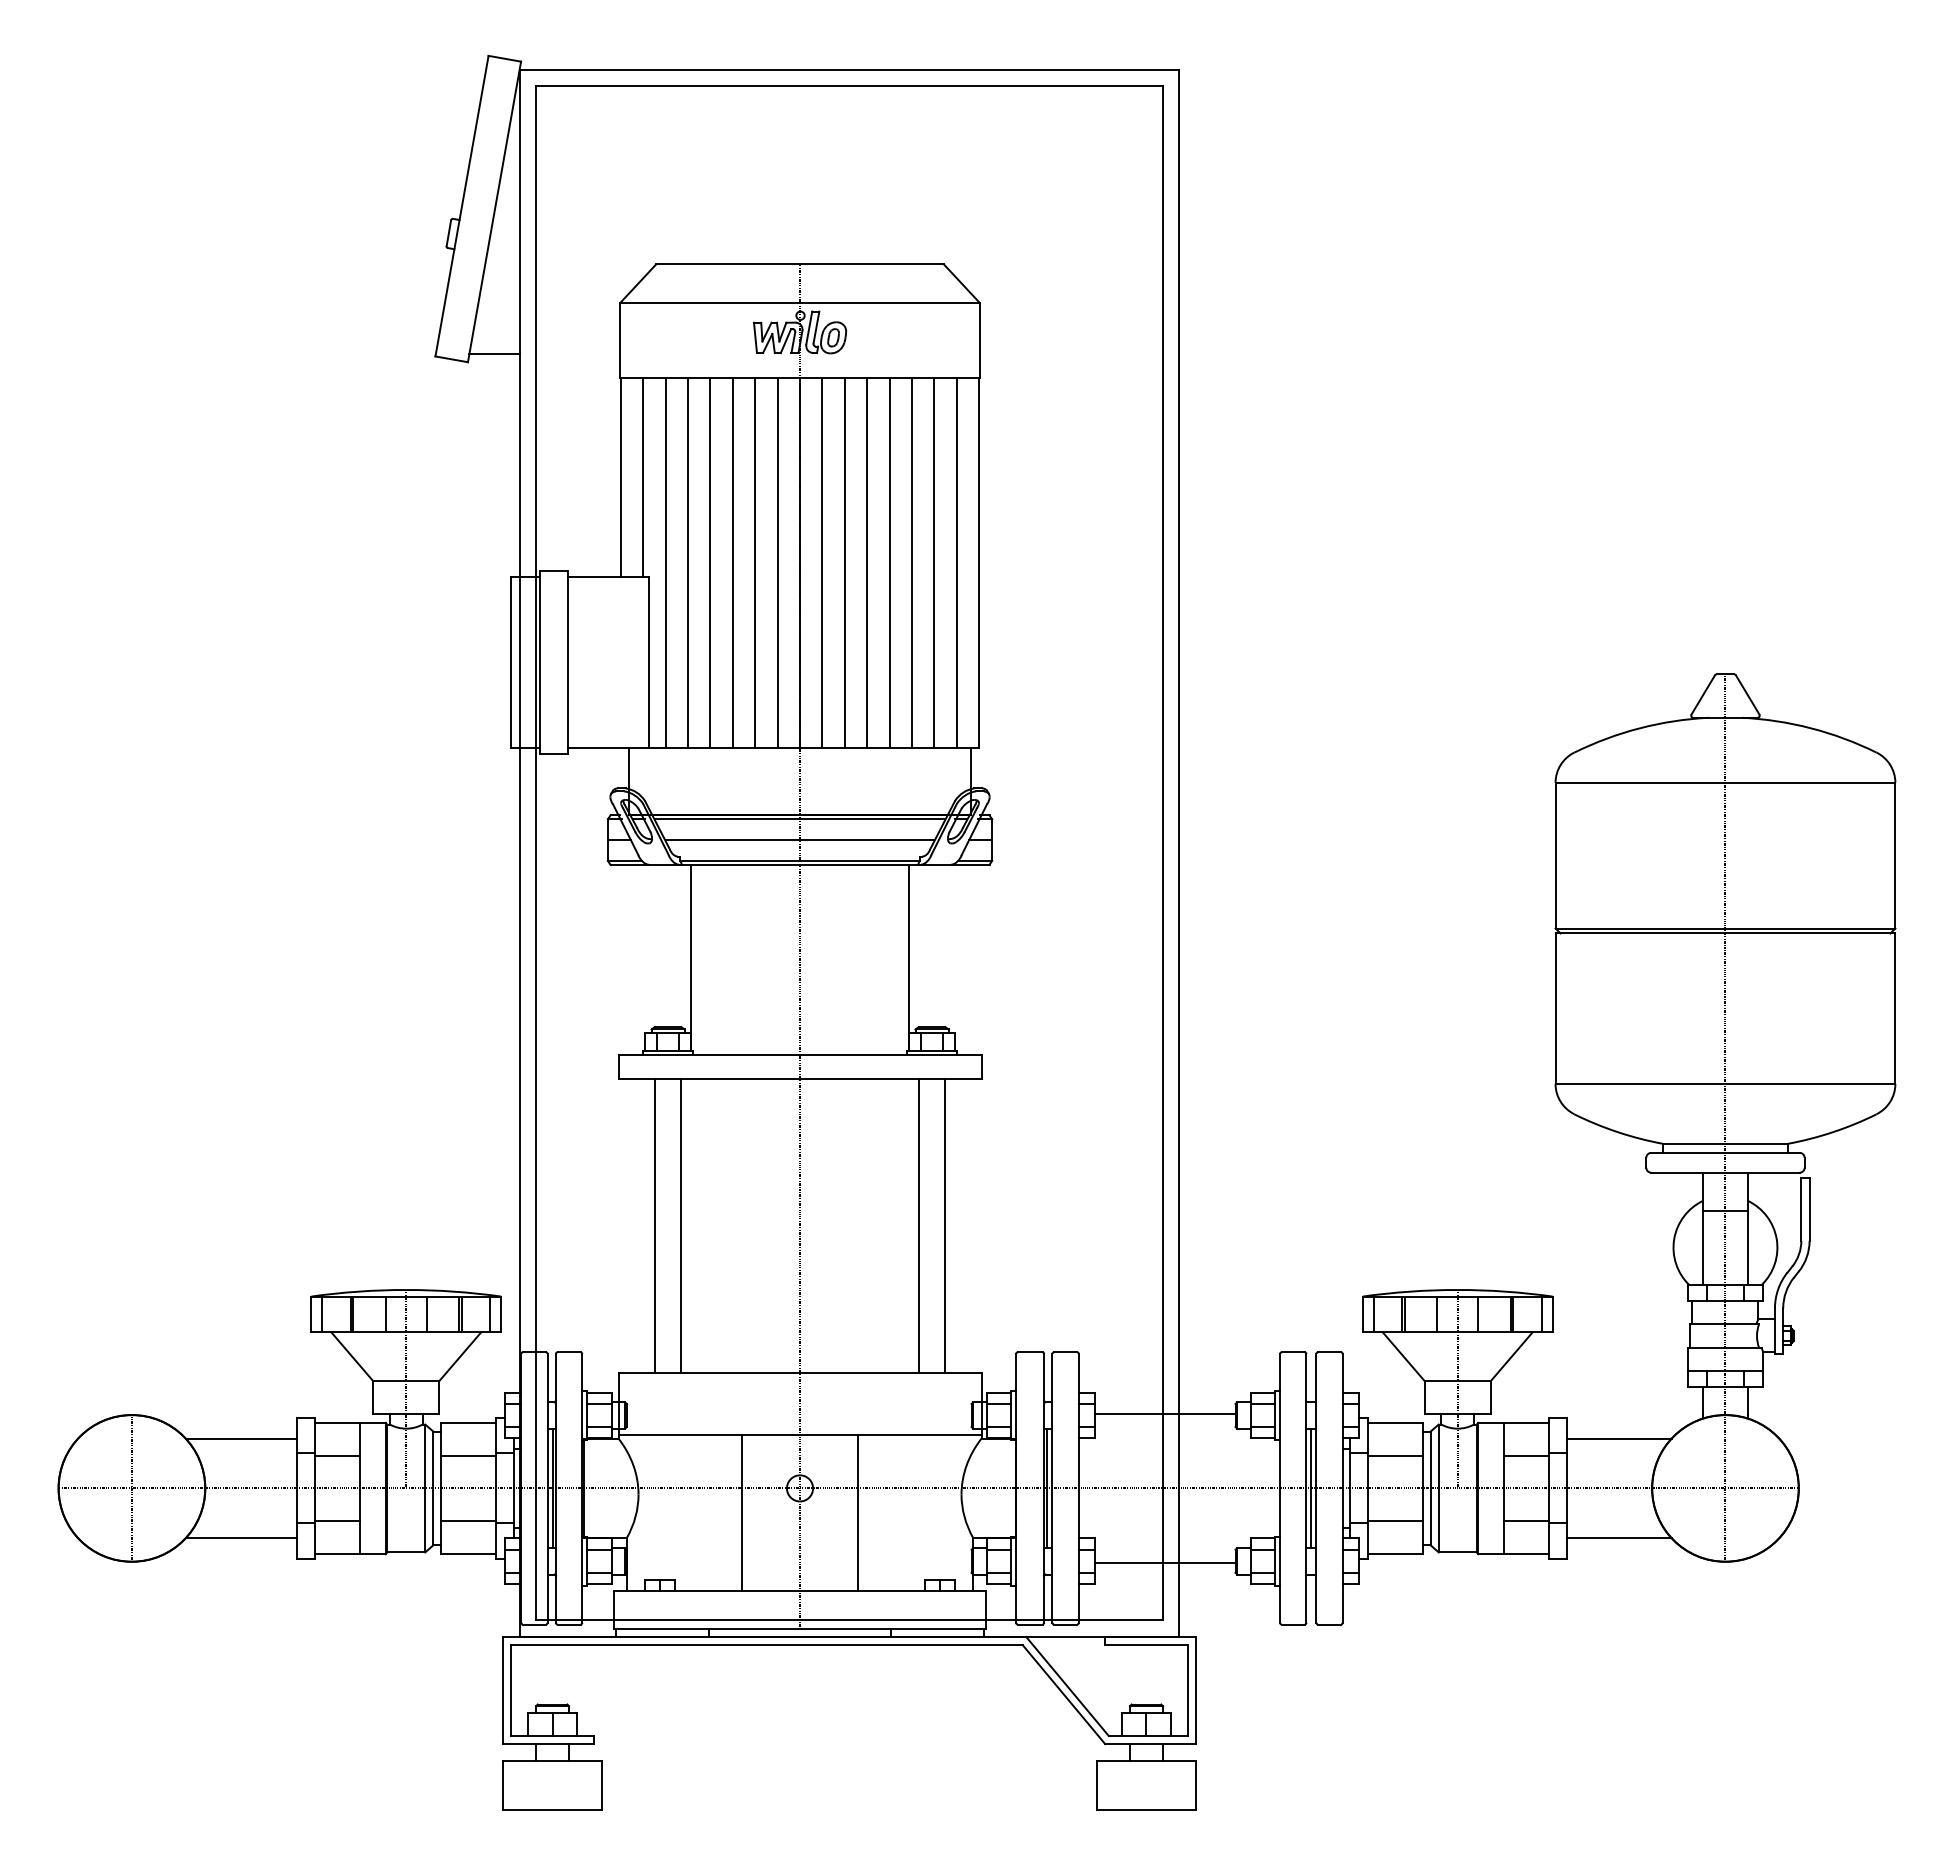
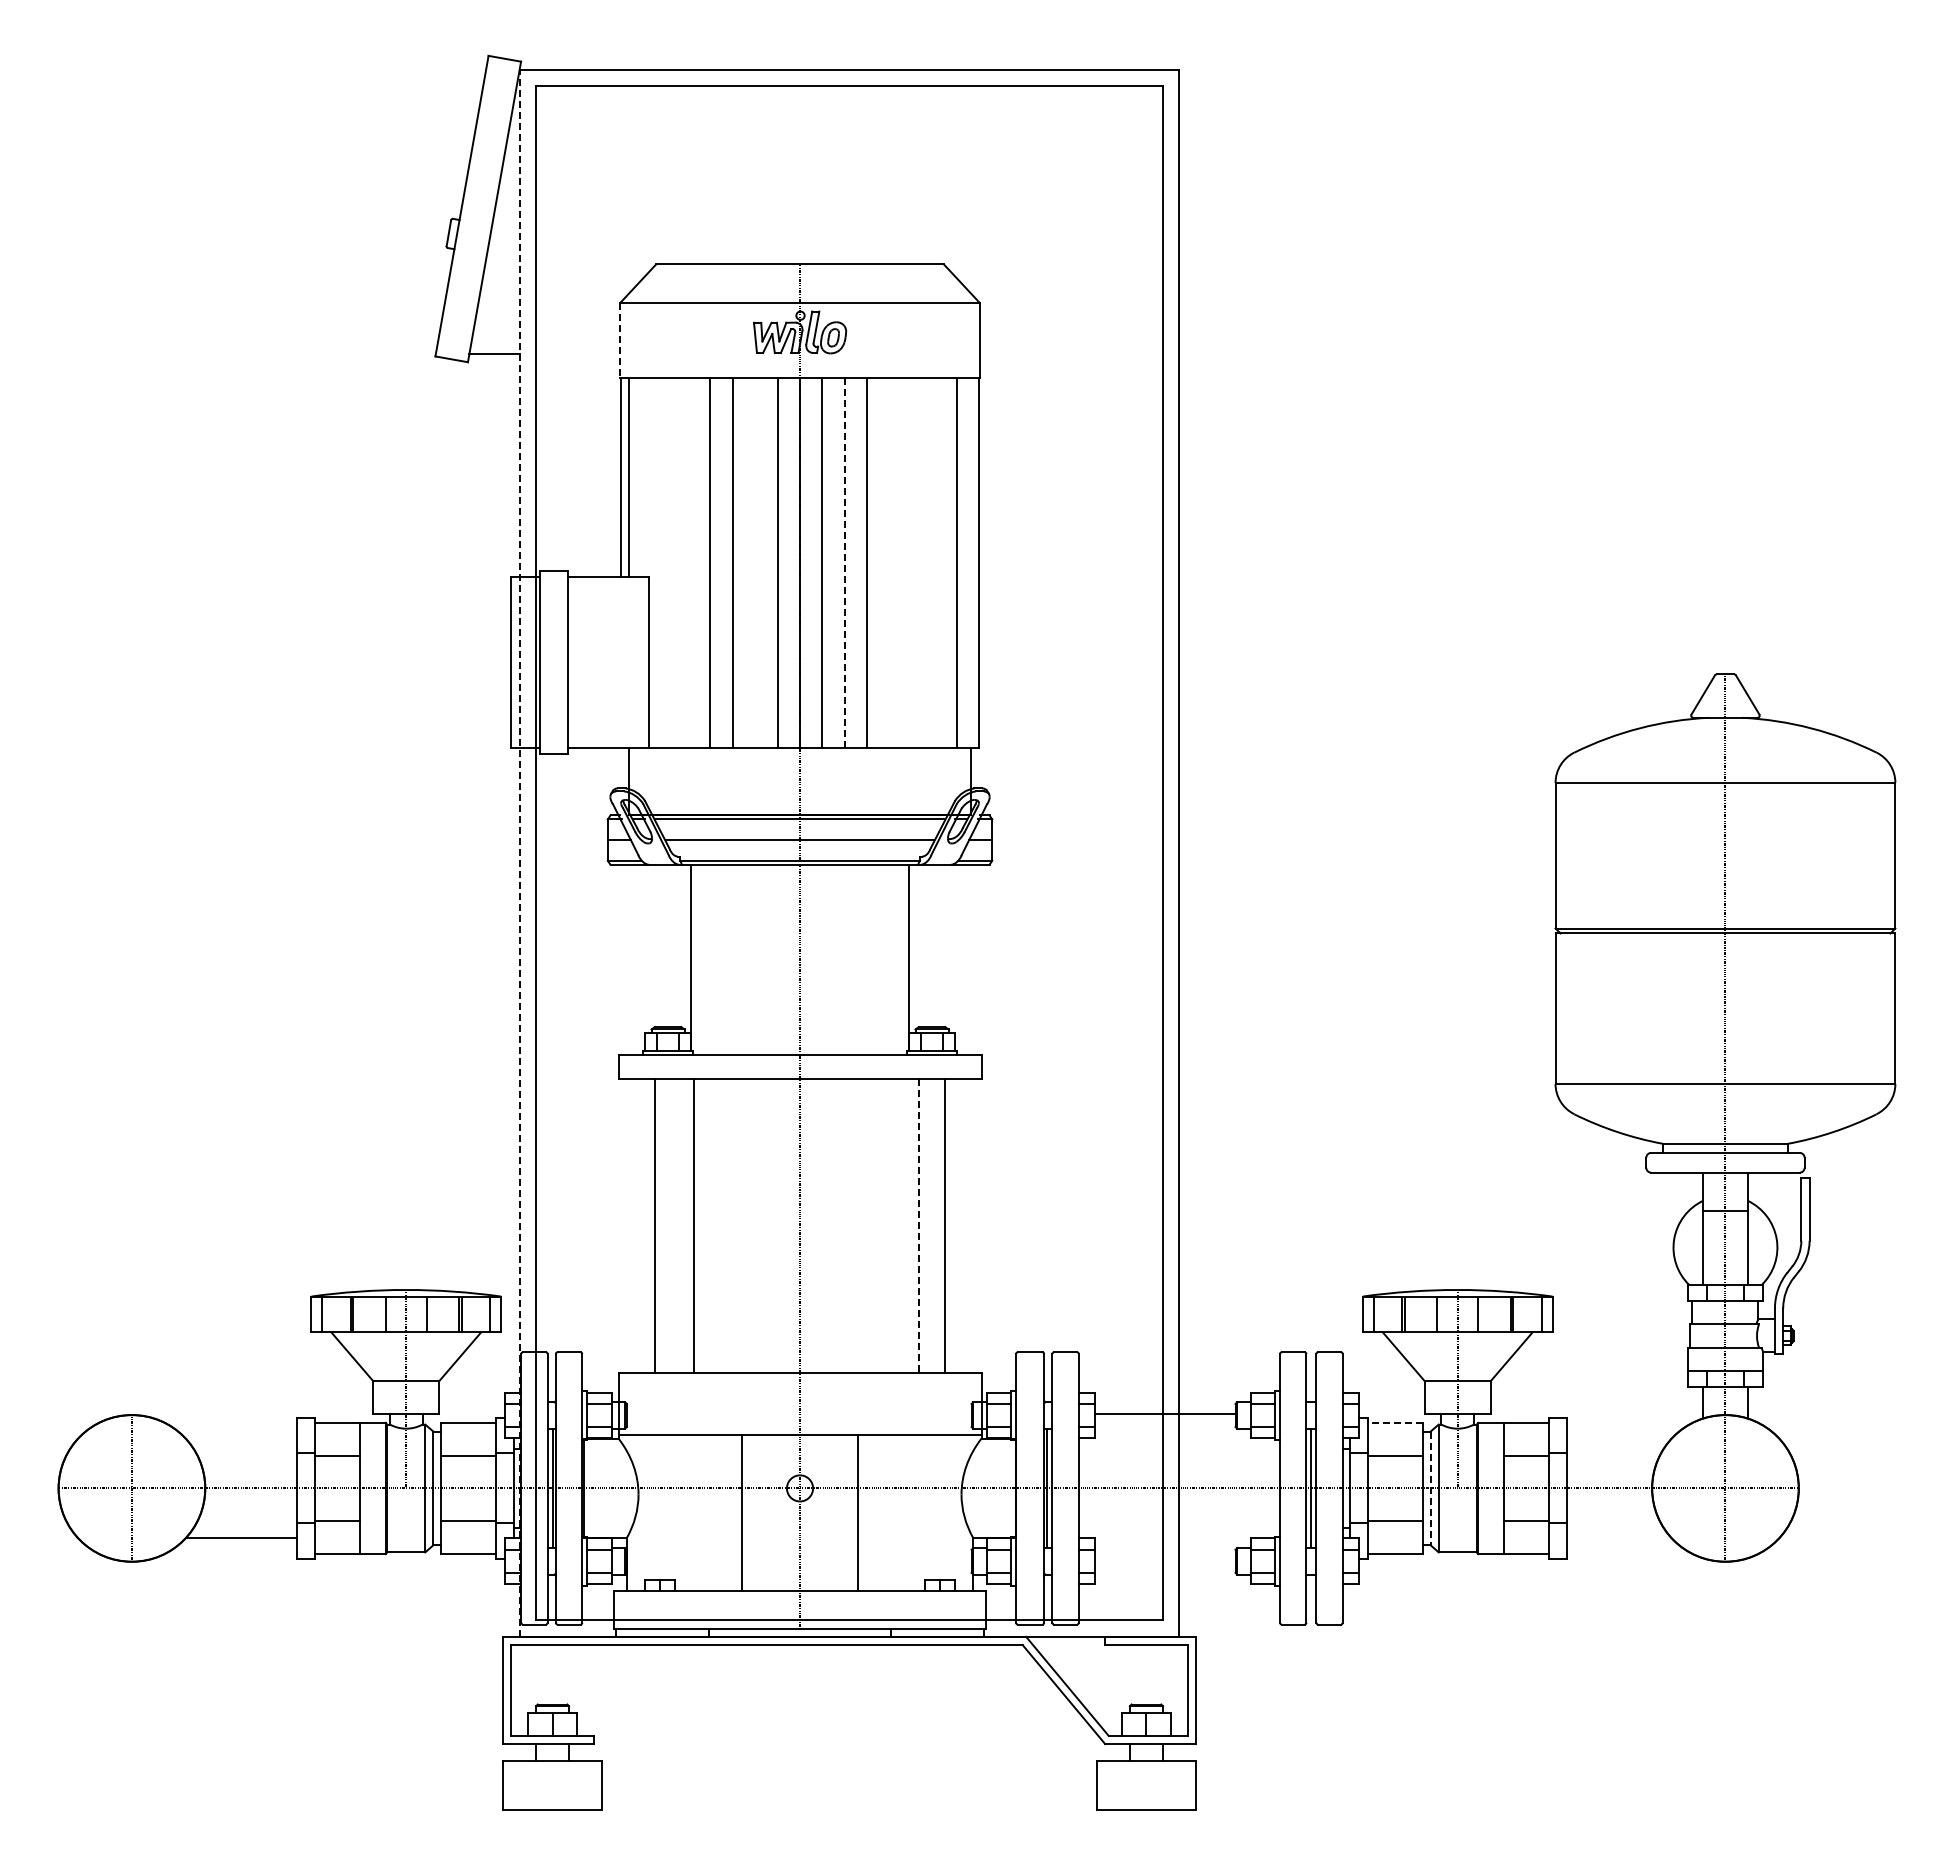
line at (620, 340): solid -> dashed
line at (643, 477) position: (643, 477) -> (629, 477)
line at (665, 562): present -> none
line at (688, 562): present -> none
line at (755, 562): present -> none
line at (889, 562): present -> none
line at (912, 562): present -> none
line at (934, 562): present -> none
line at (844, 563): solid -> dashed
line at (519, 853): solid -> dashed
line at (681, 1225) position: (681, 1225) -> (694, 1225)
line at (918, 1226): solid -> dashed
line at (1395, 1422): solid -> dashed
line at (240, 1438): present -> none
line at (1619, 1438): present -> none
line at (1430, 1488): solid -> dashed
line at (1619, 1538): present -> none
line at (1165, 1562): present -> none
